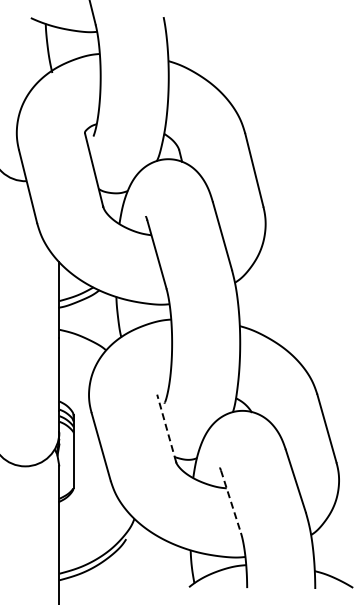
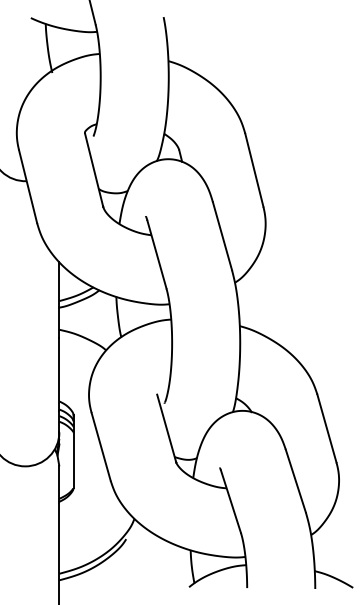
line at (166, 428): dashed -> solid
line at (230, 501): dashed -> solid
